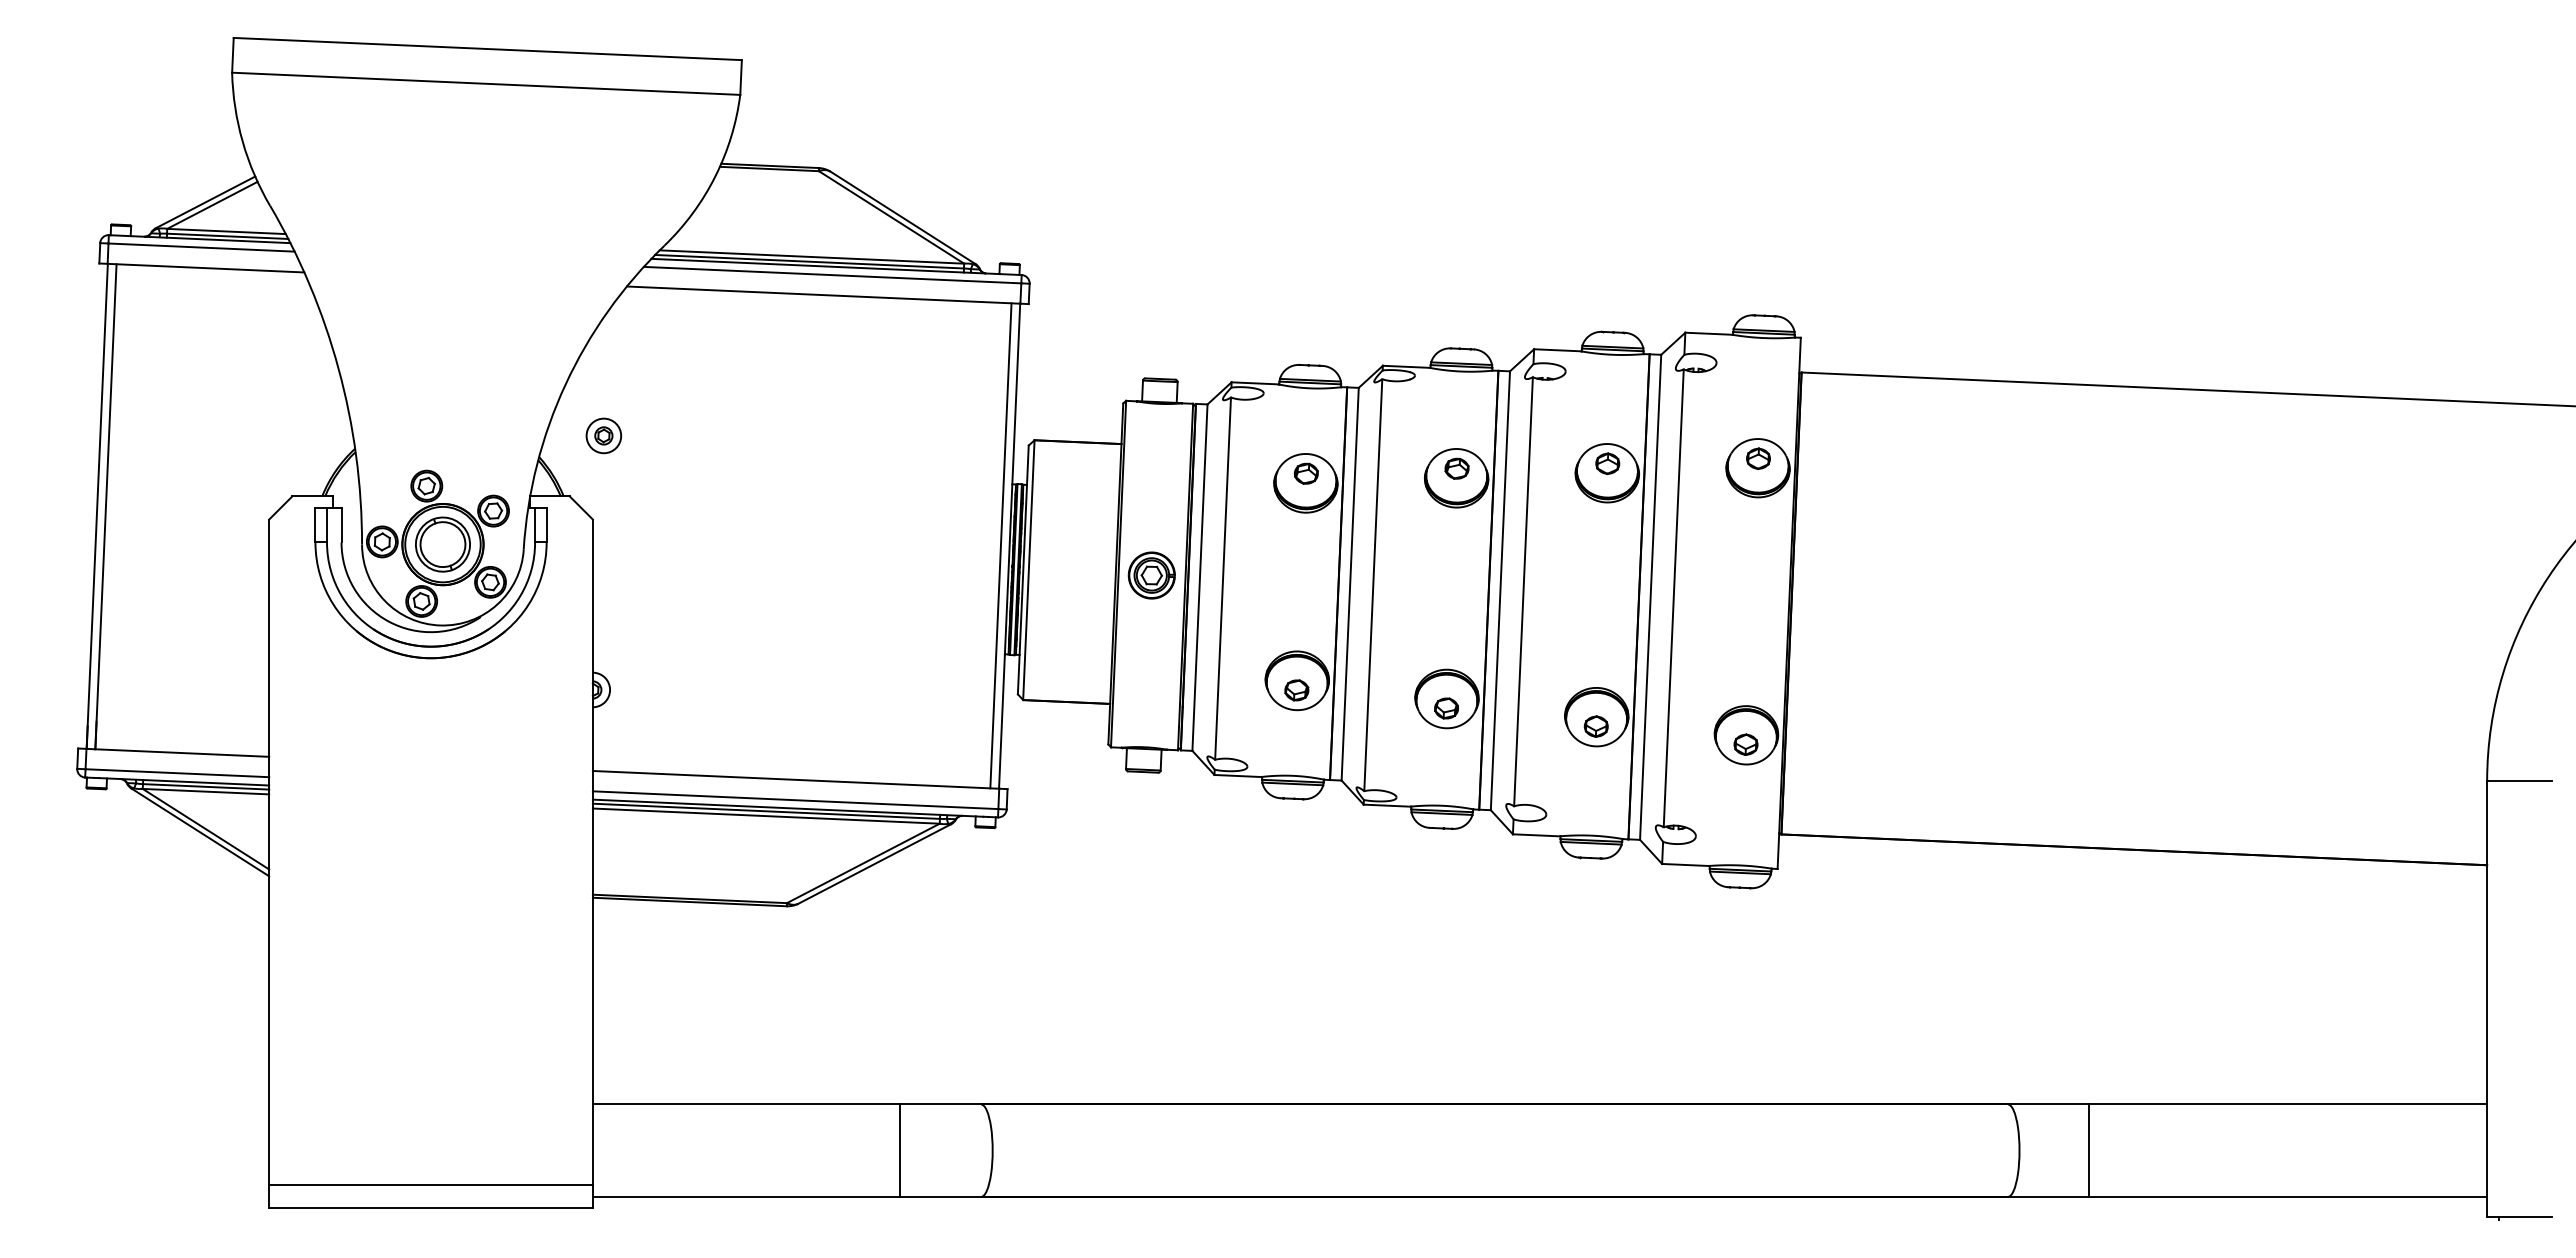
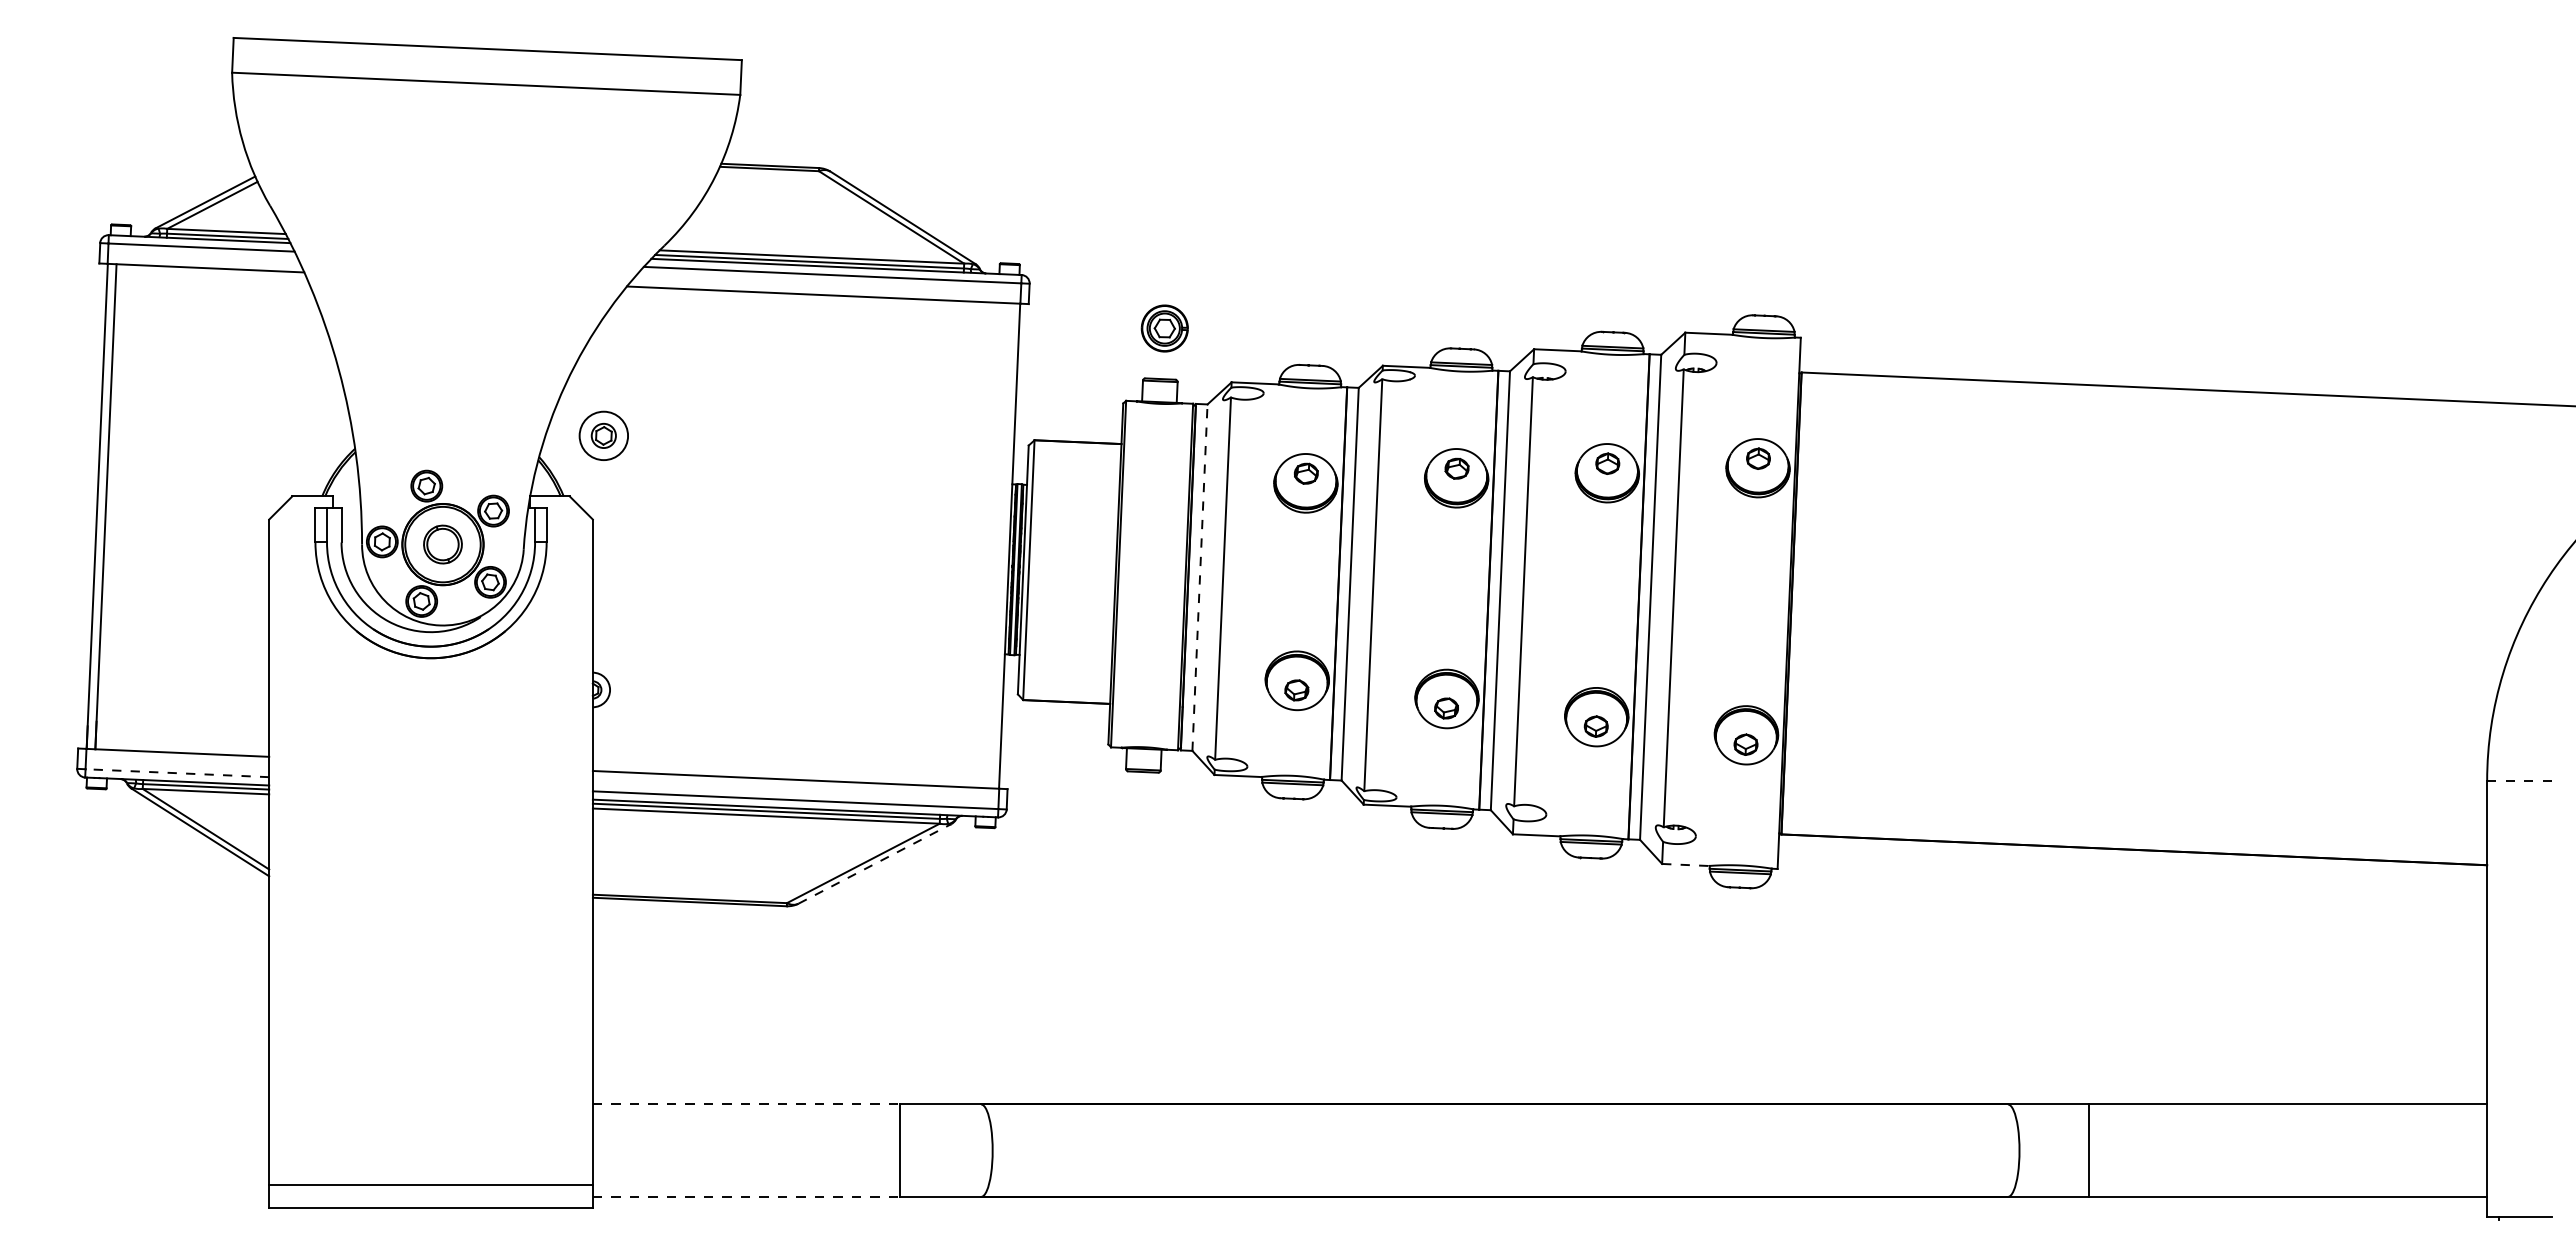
part at (603, 435) size: 38x38 px -> 51x51 px
part at (442, 544) size: 56x57 px -> 40x41 px
line at (1000, 545): present -> none
part at (1151, 575) position: (1151, 575) -> (1164, 328)
line at (1200, 577): solid -> dashed
line at (177, 773): solid -> dashed
line at (2519, 781): solid -> dashed
line at (875, 863): solid -> dashed
line at (1686, 865): solid -> dashed
line at (746, 1104): solid -> dashed
line at (746, 1196): solid -> dashed
